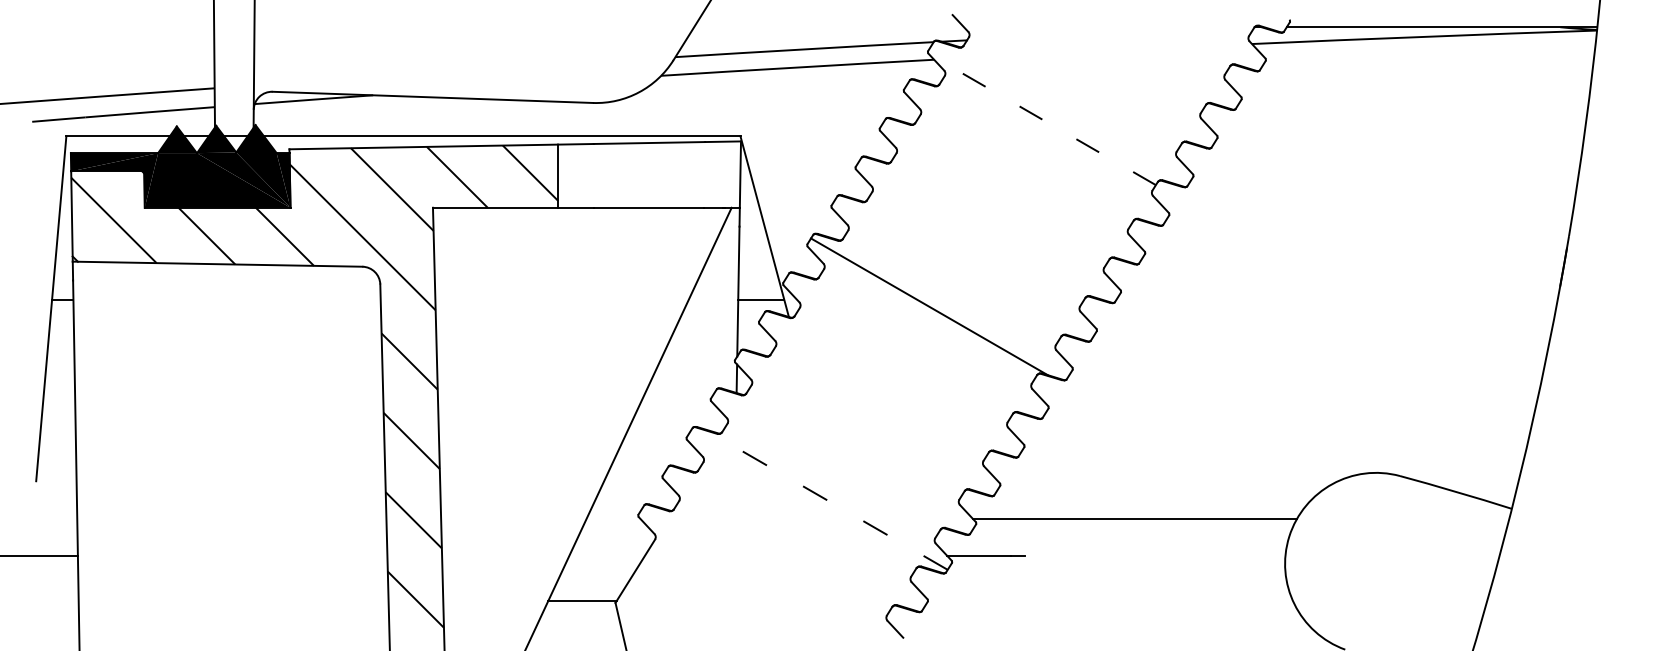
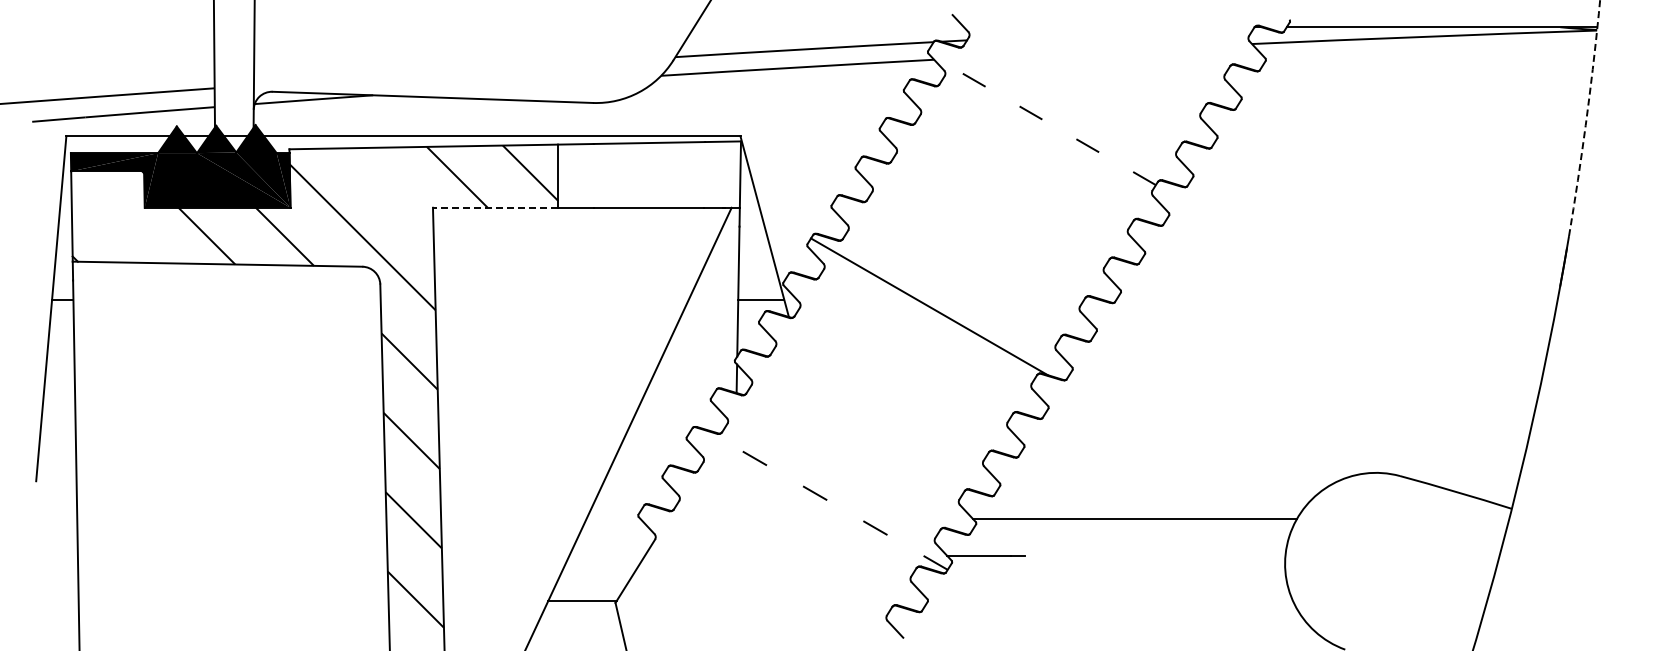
arc at (1586, 118): solid -> dashed
line at (391, 189): present -> none
line at (495, 207): solid -> dashed
line at (113, 220): present -> none
line at (39, 555): present -> none
